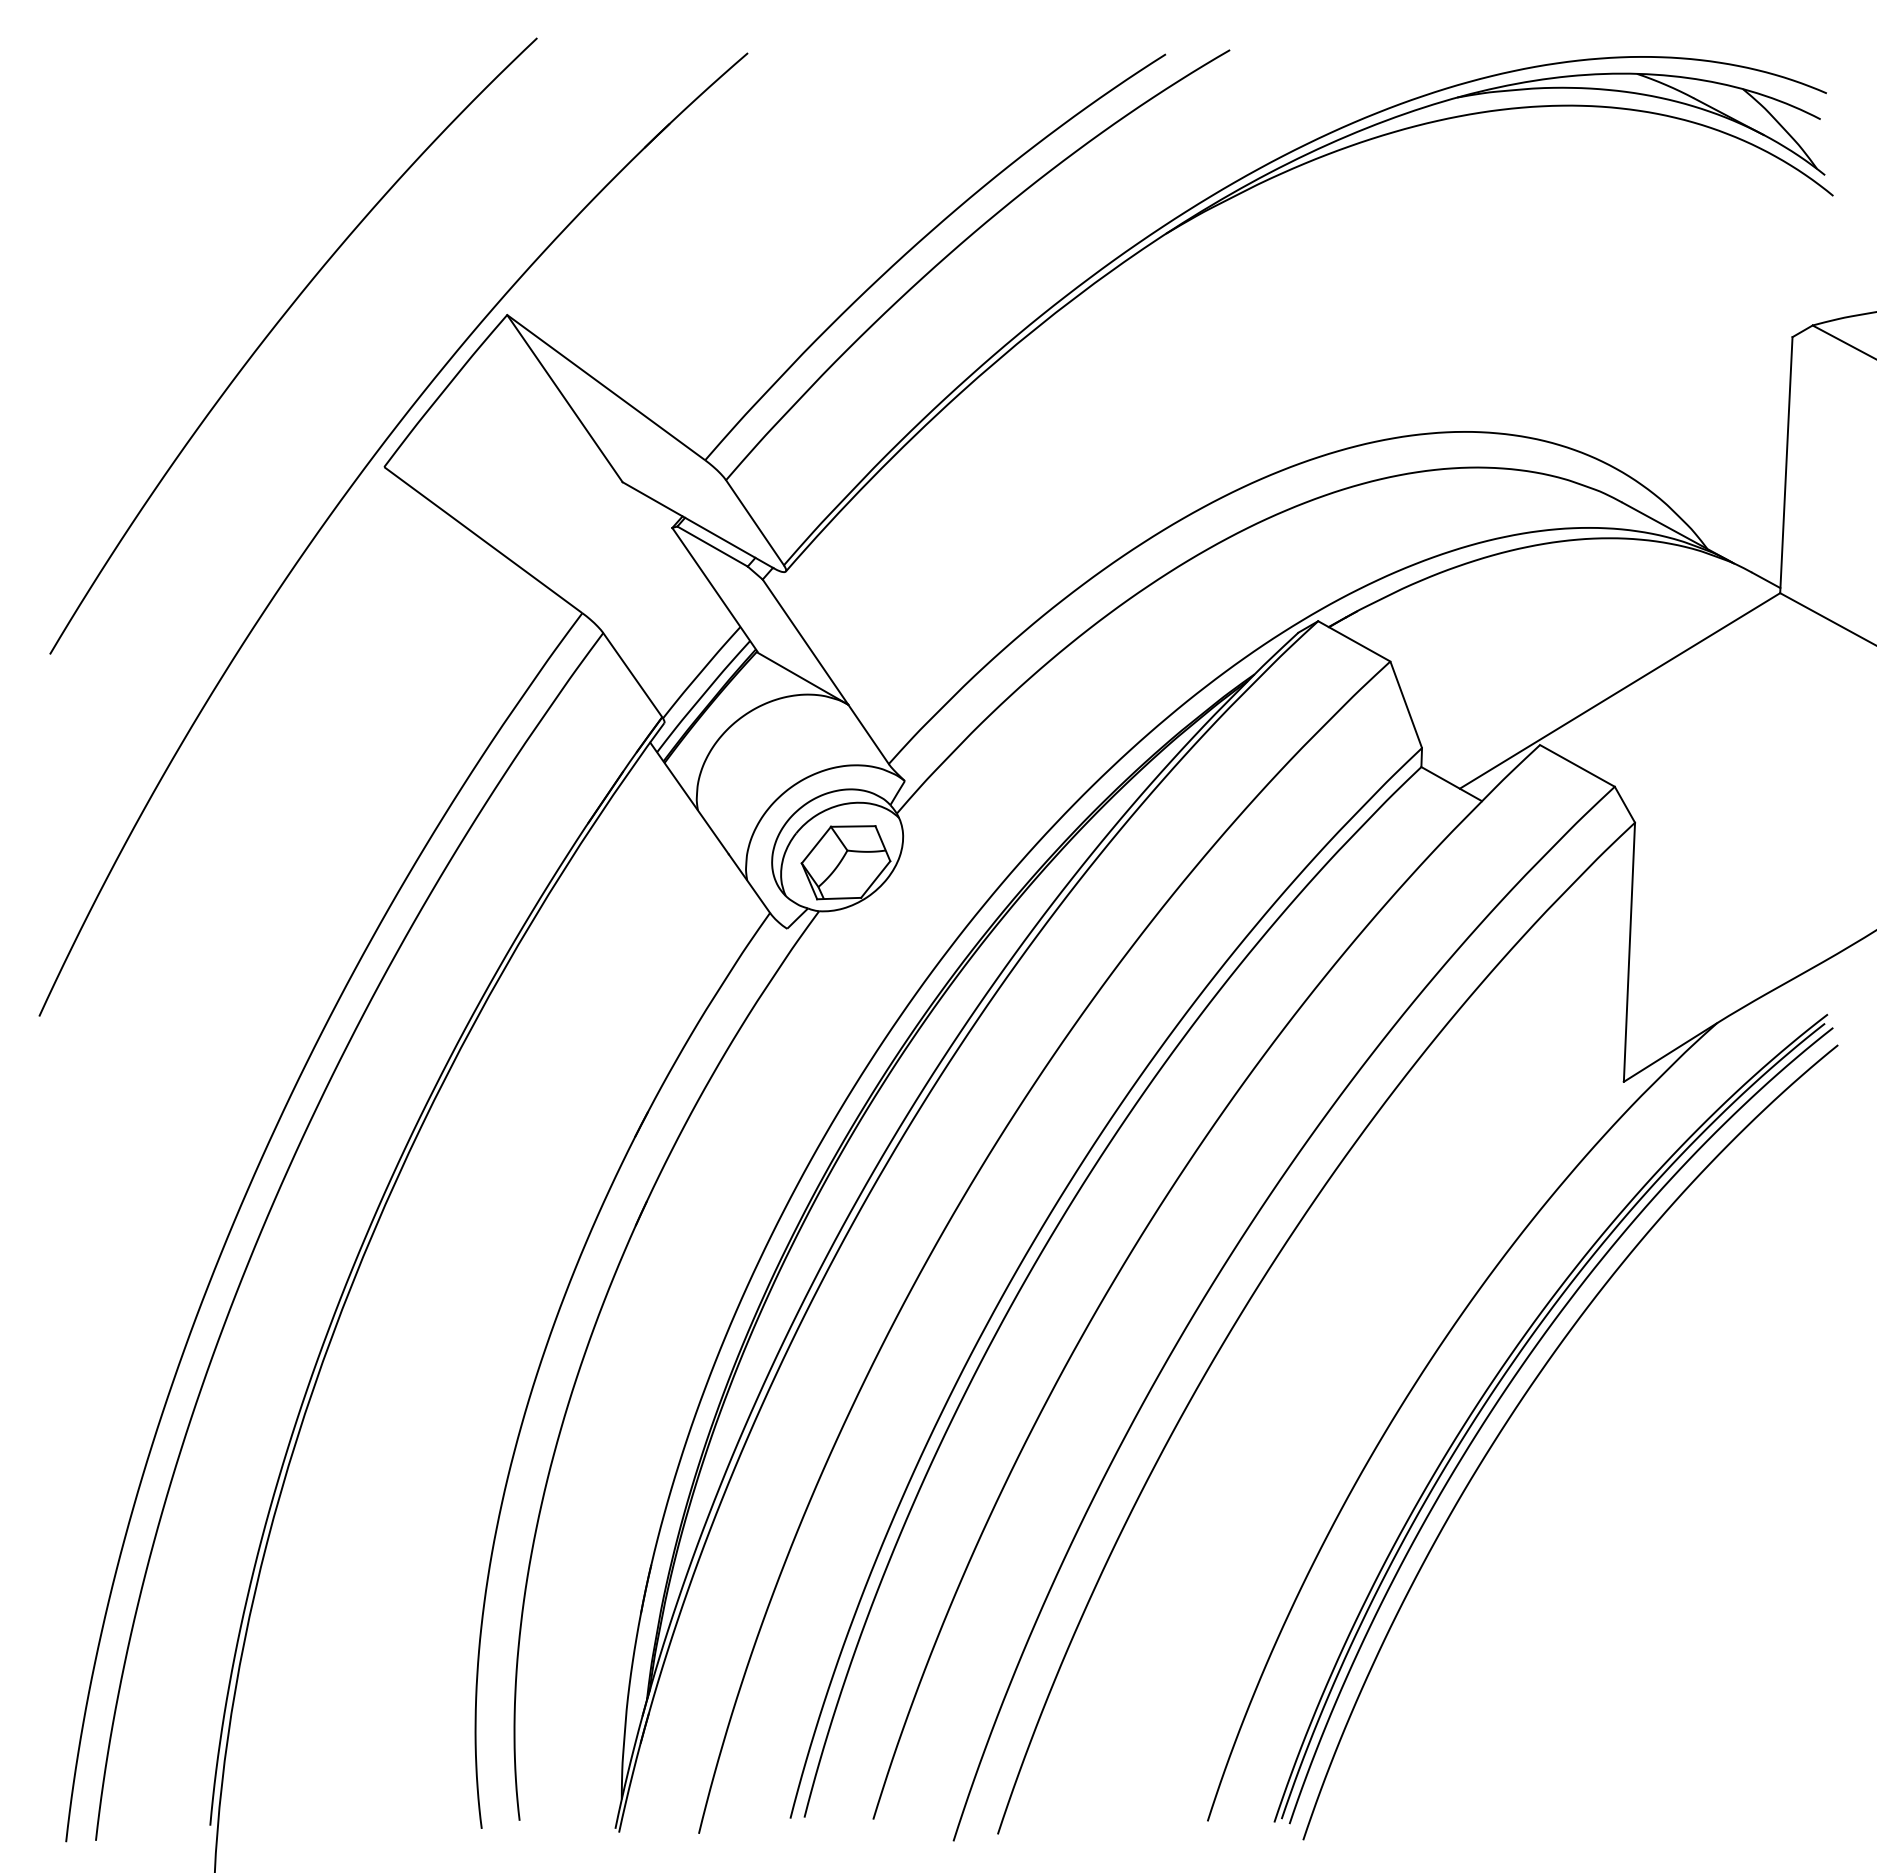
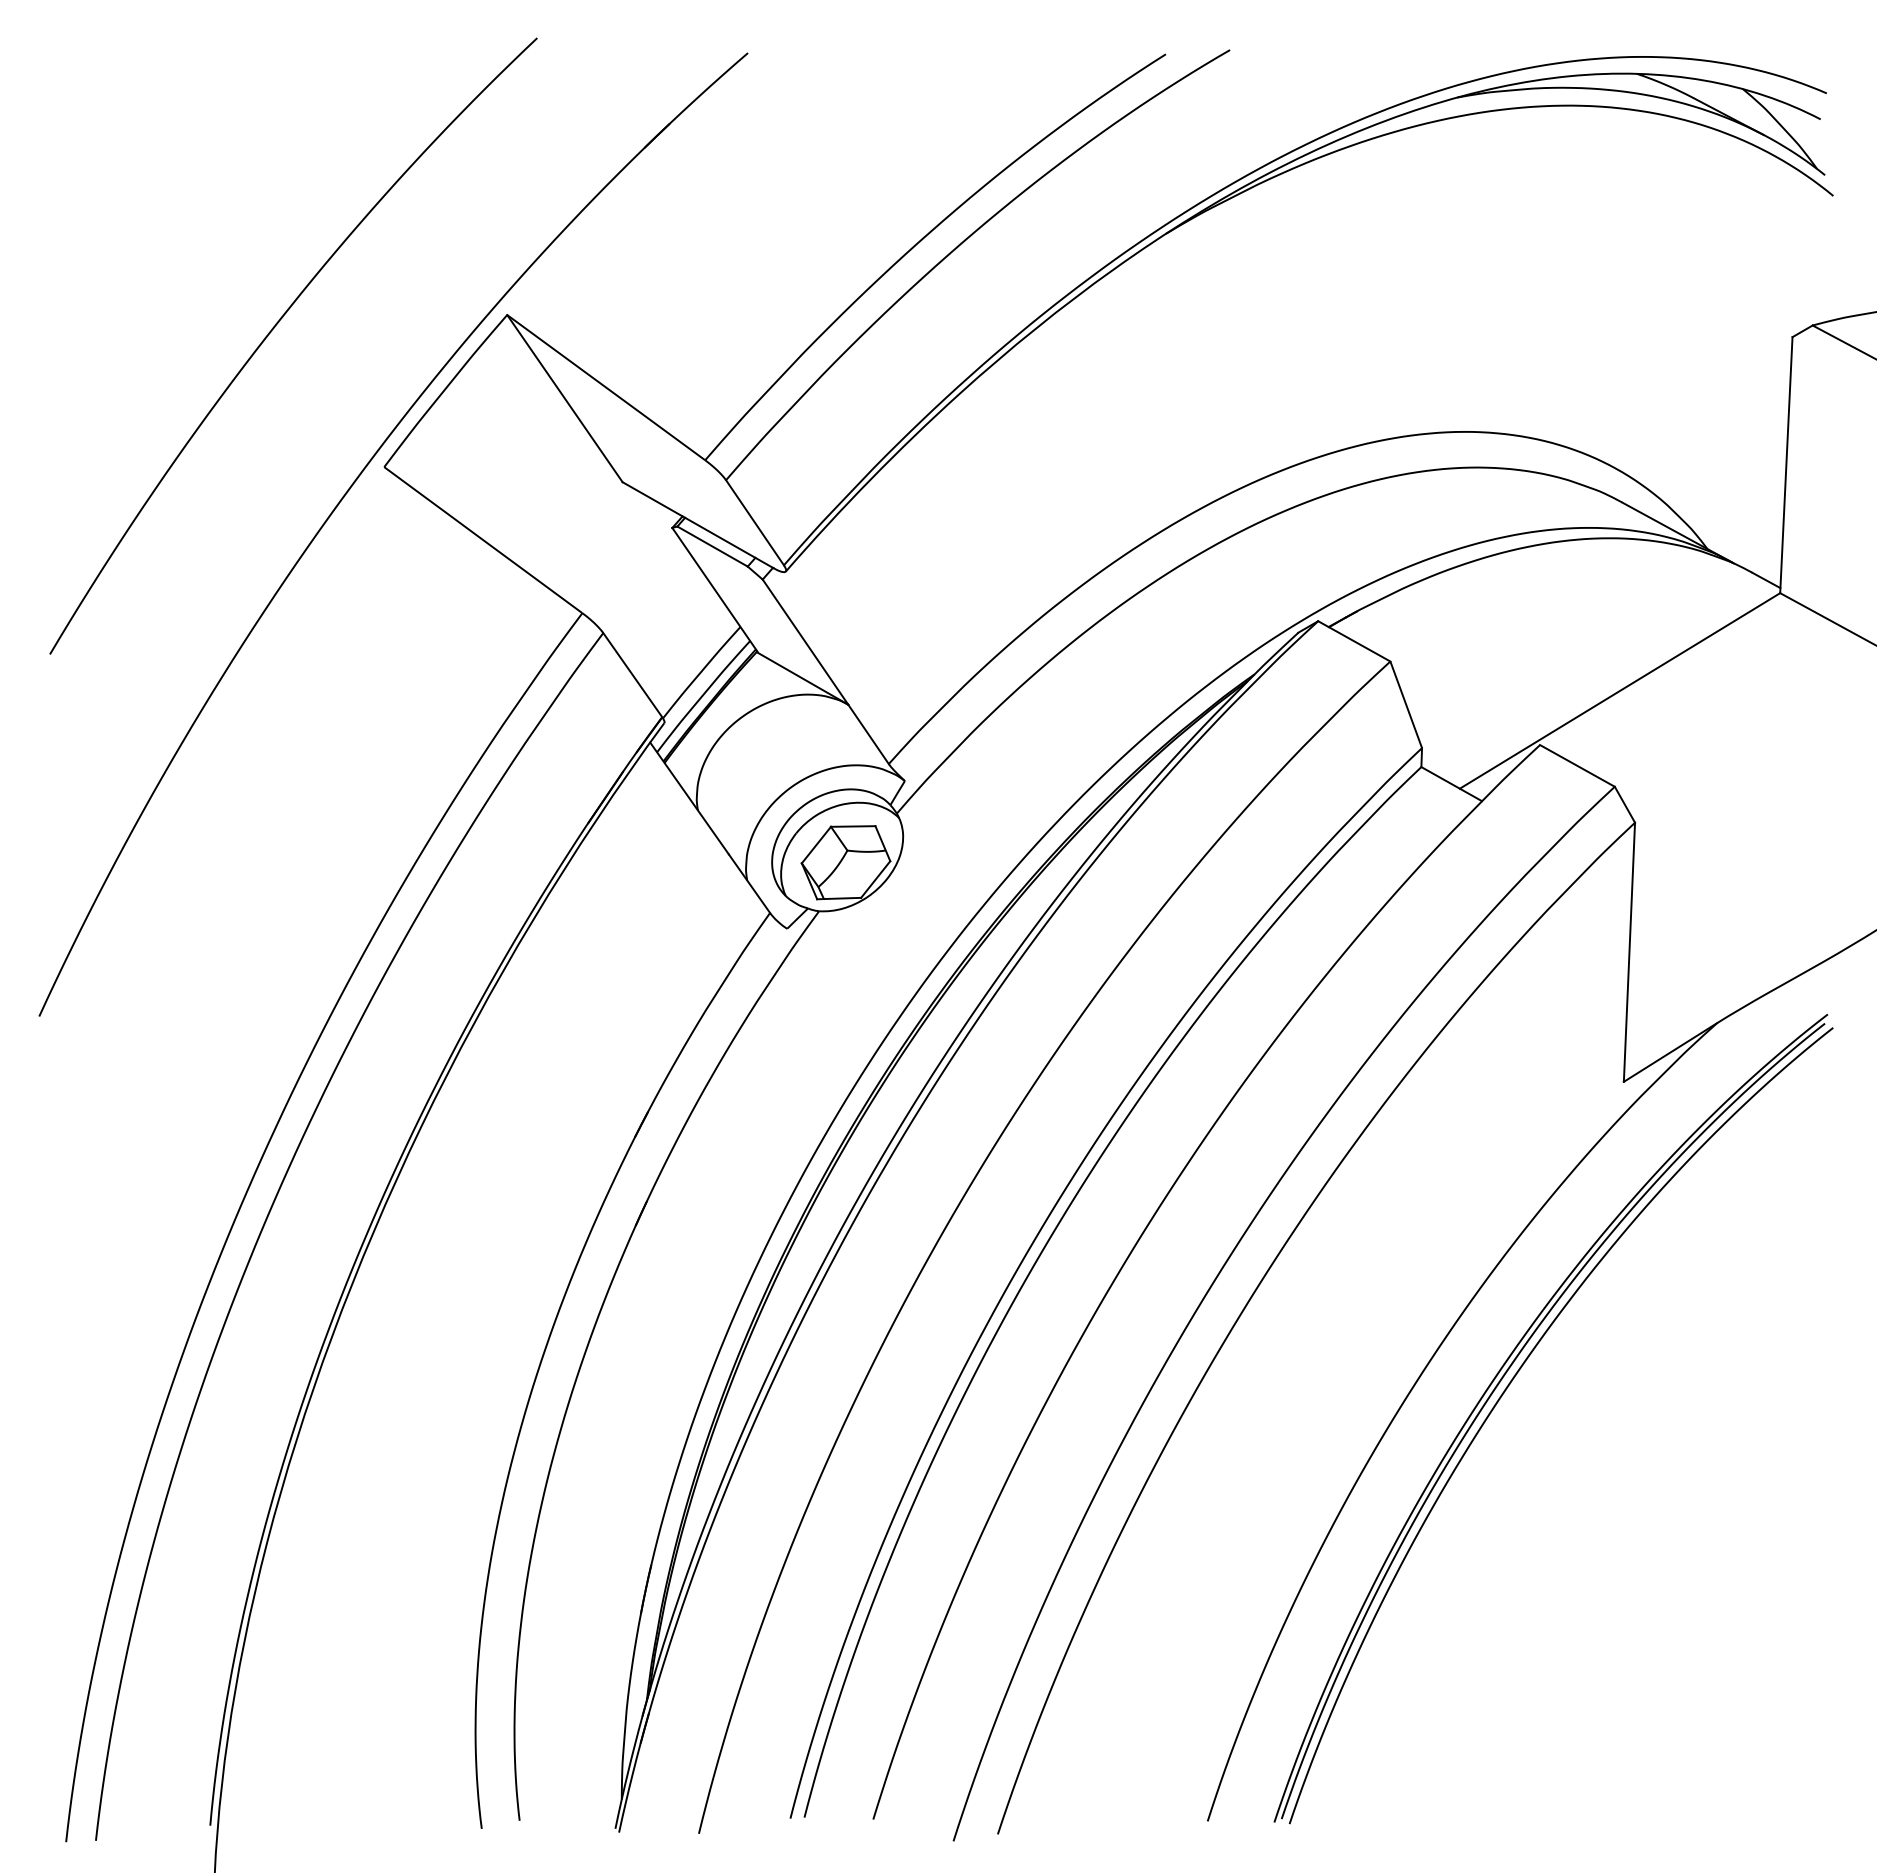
curve at (1518, 1406): present -> none
